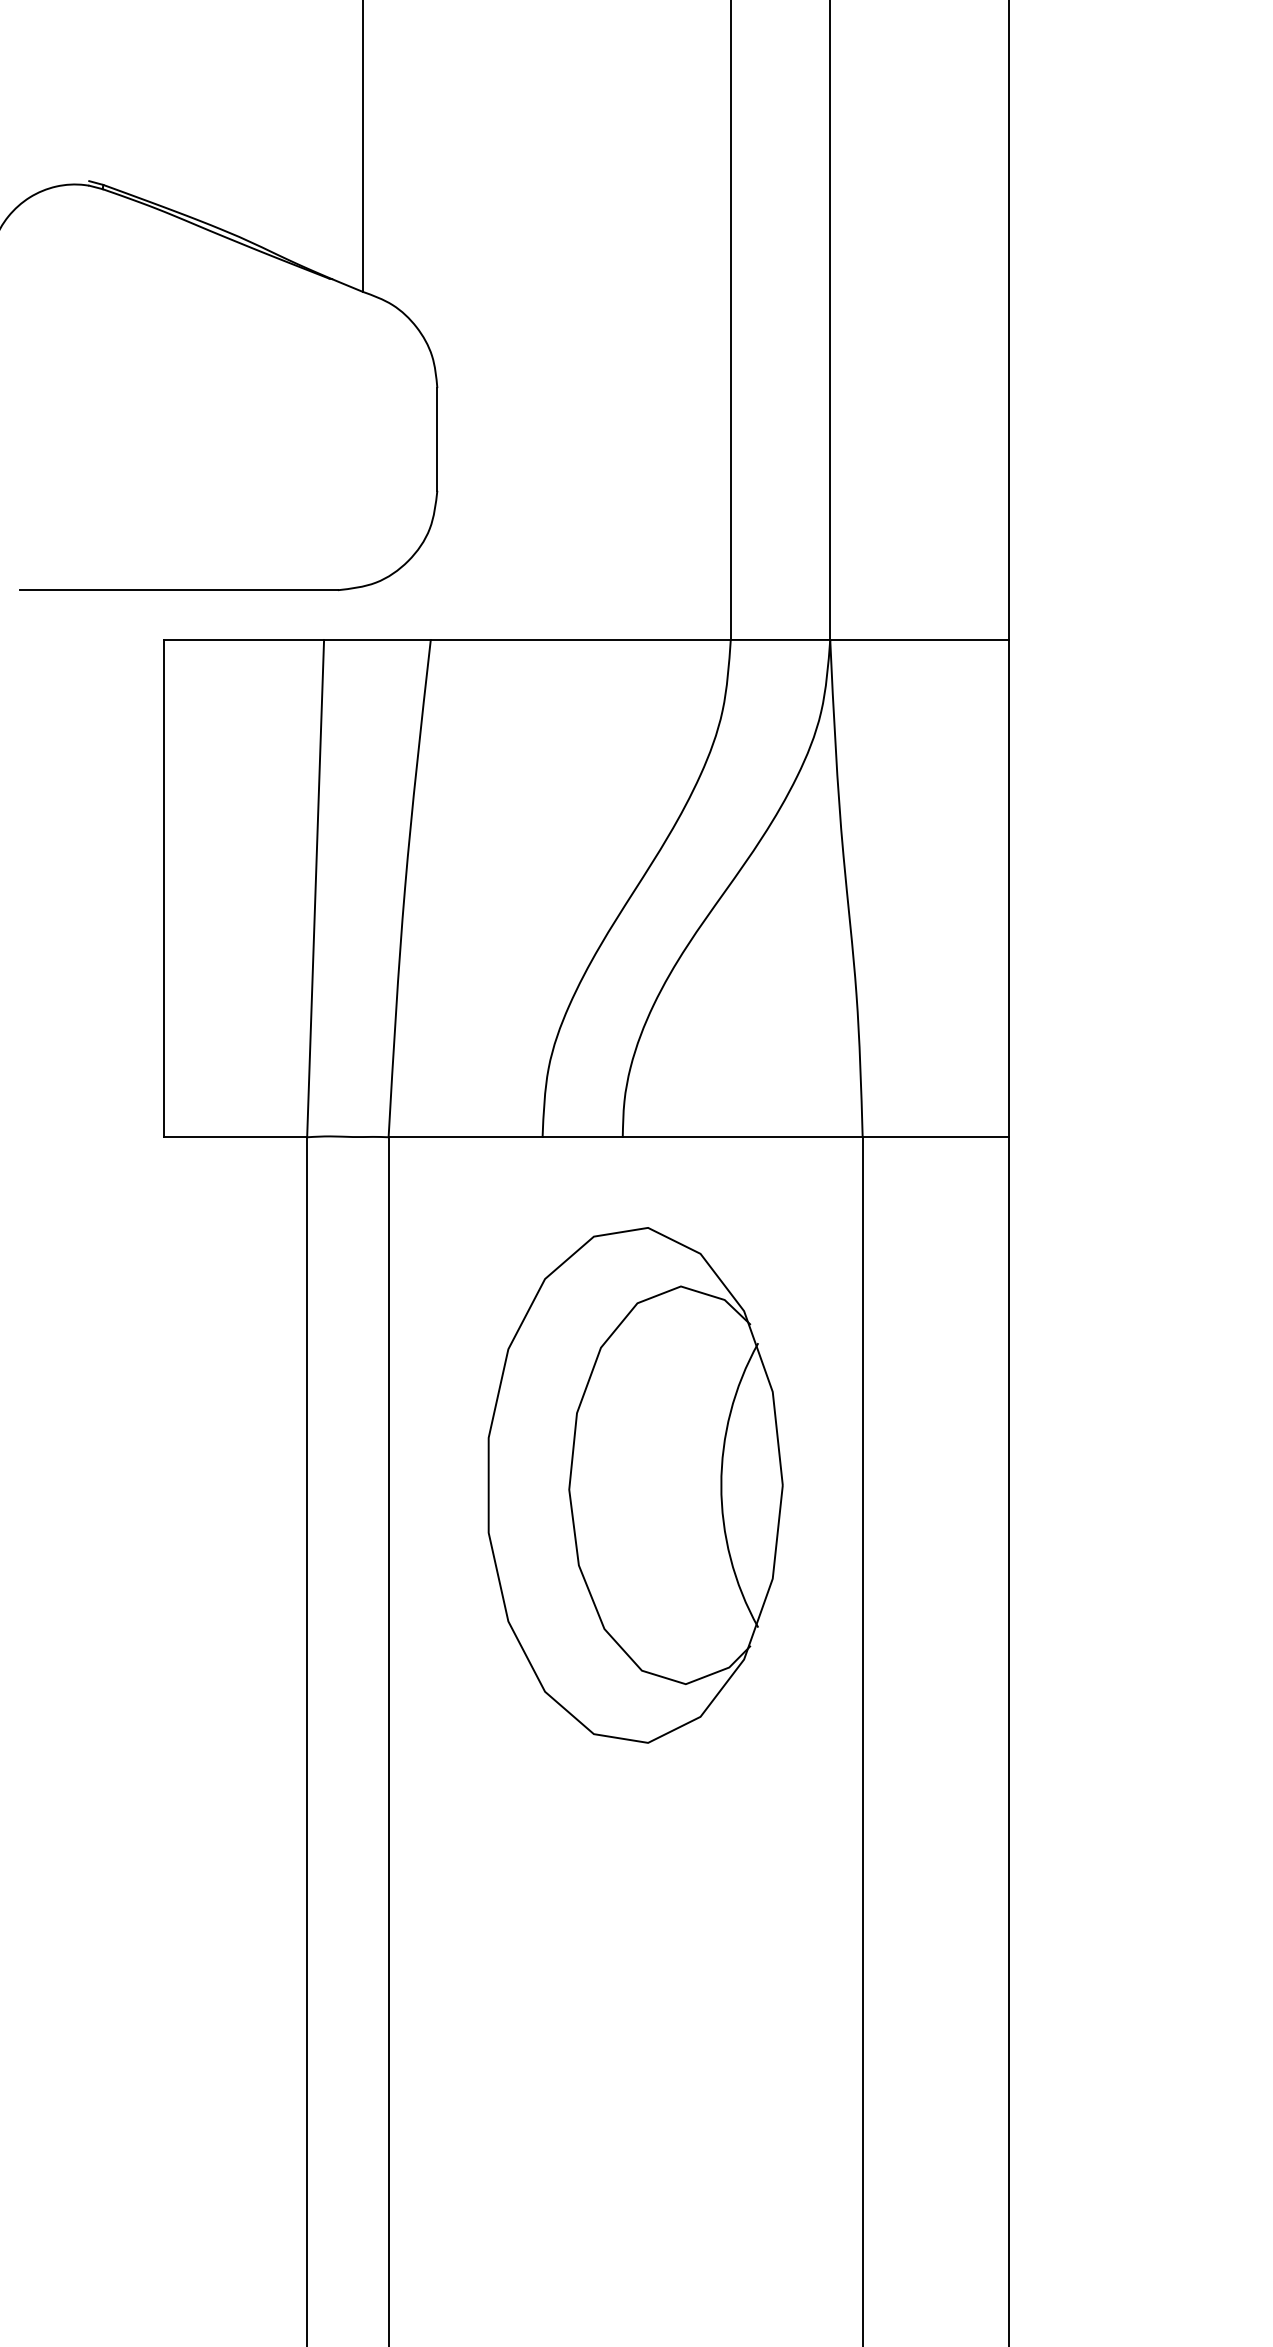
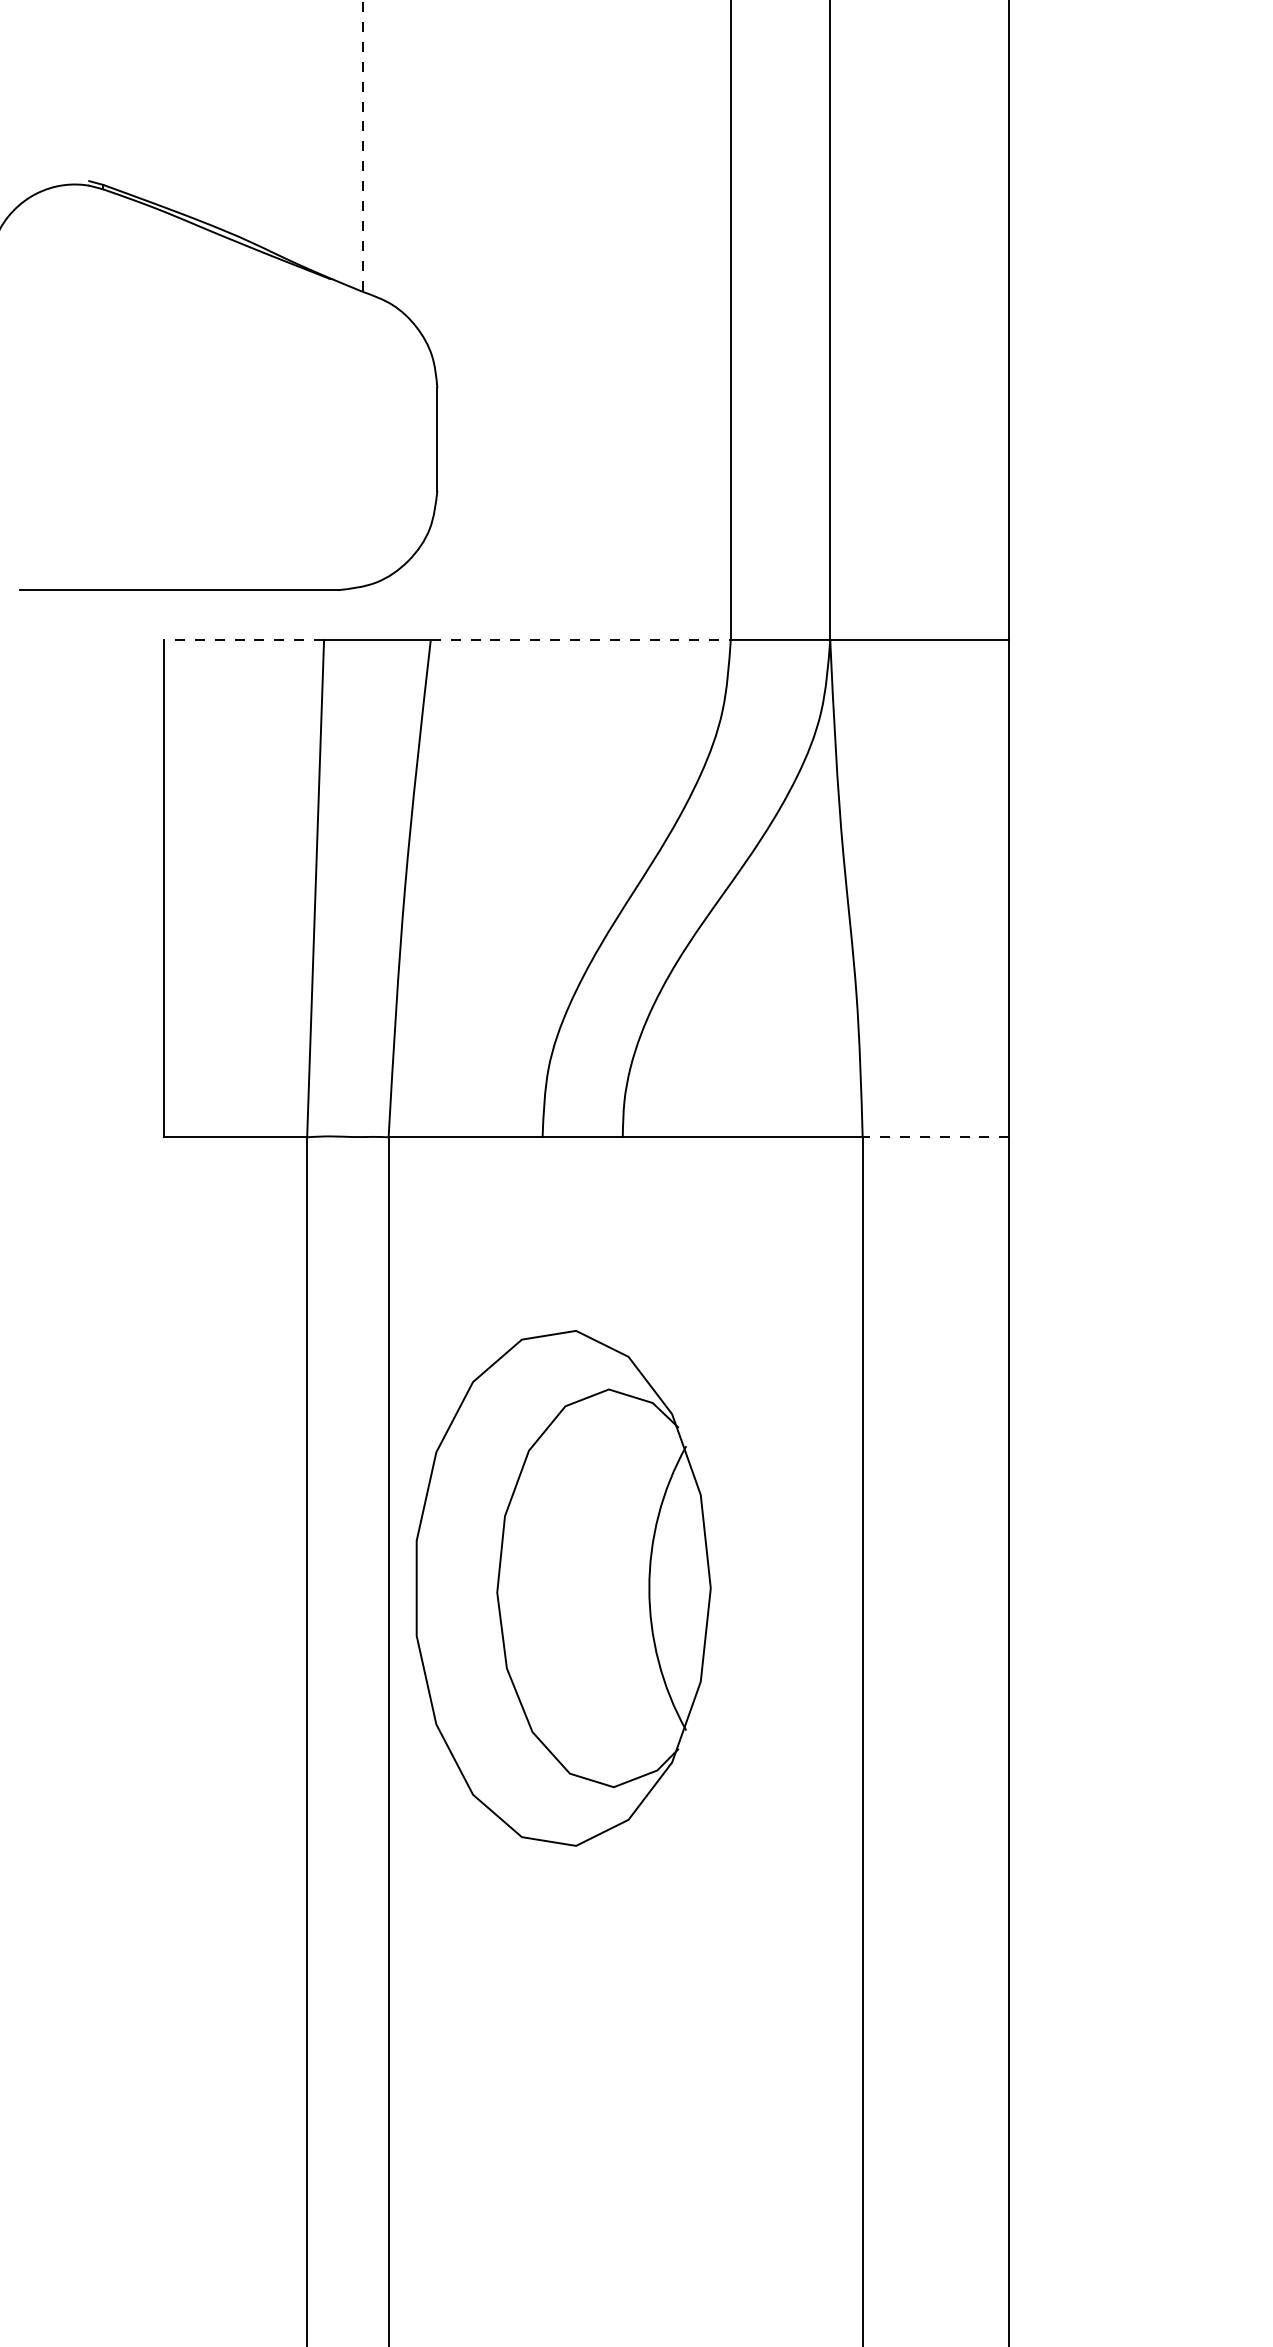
line at (362, 146): solid -> dashed
line at (243, 639): solid -> dashed
line at (580, 639): solid -> dashed
line at (935, 1137): solid -> dashed
part at (635, 1485) position: (635, 1485) -> (563, 1588)
